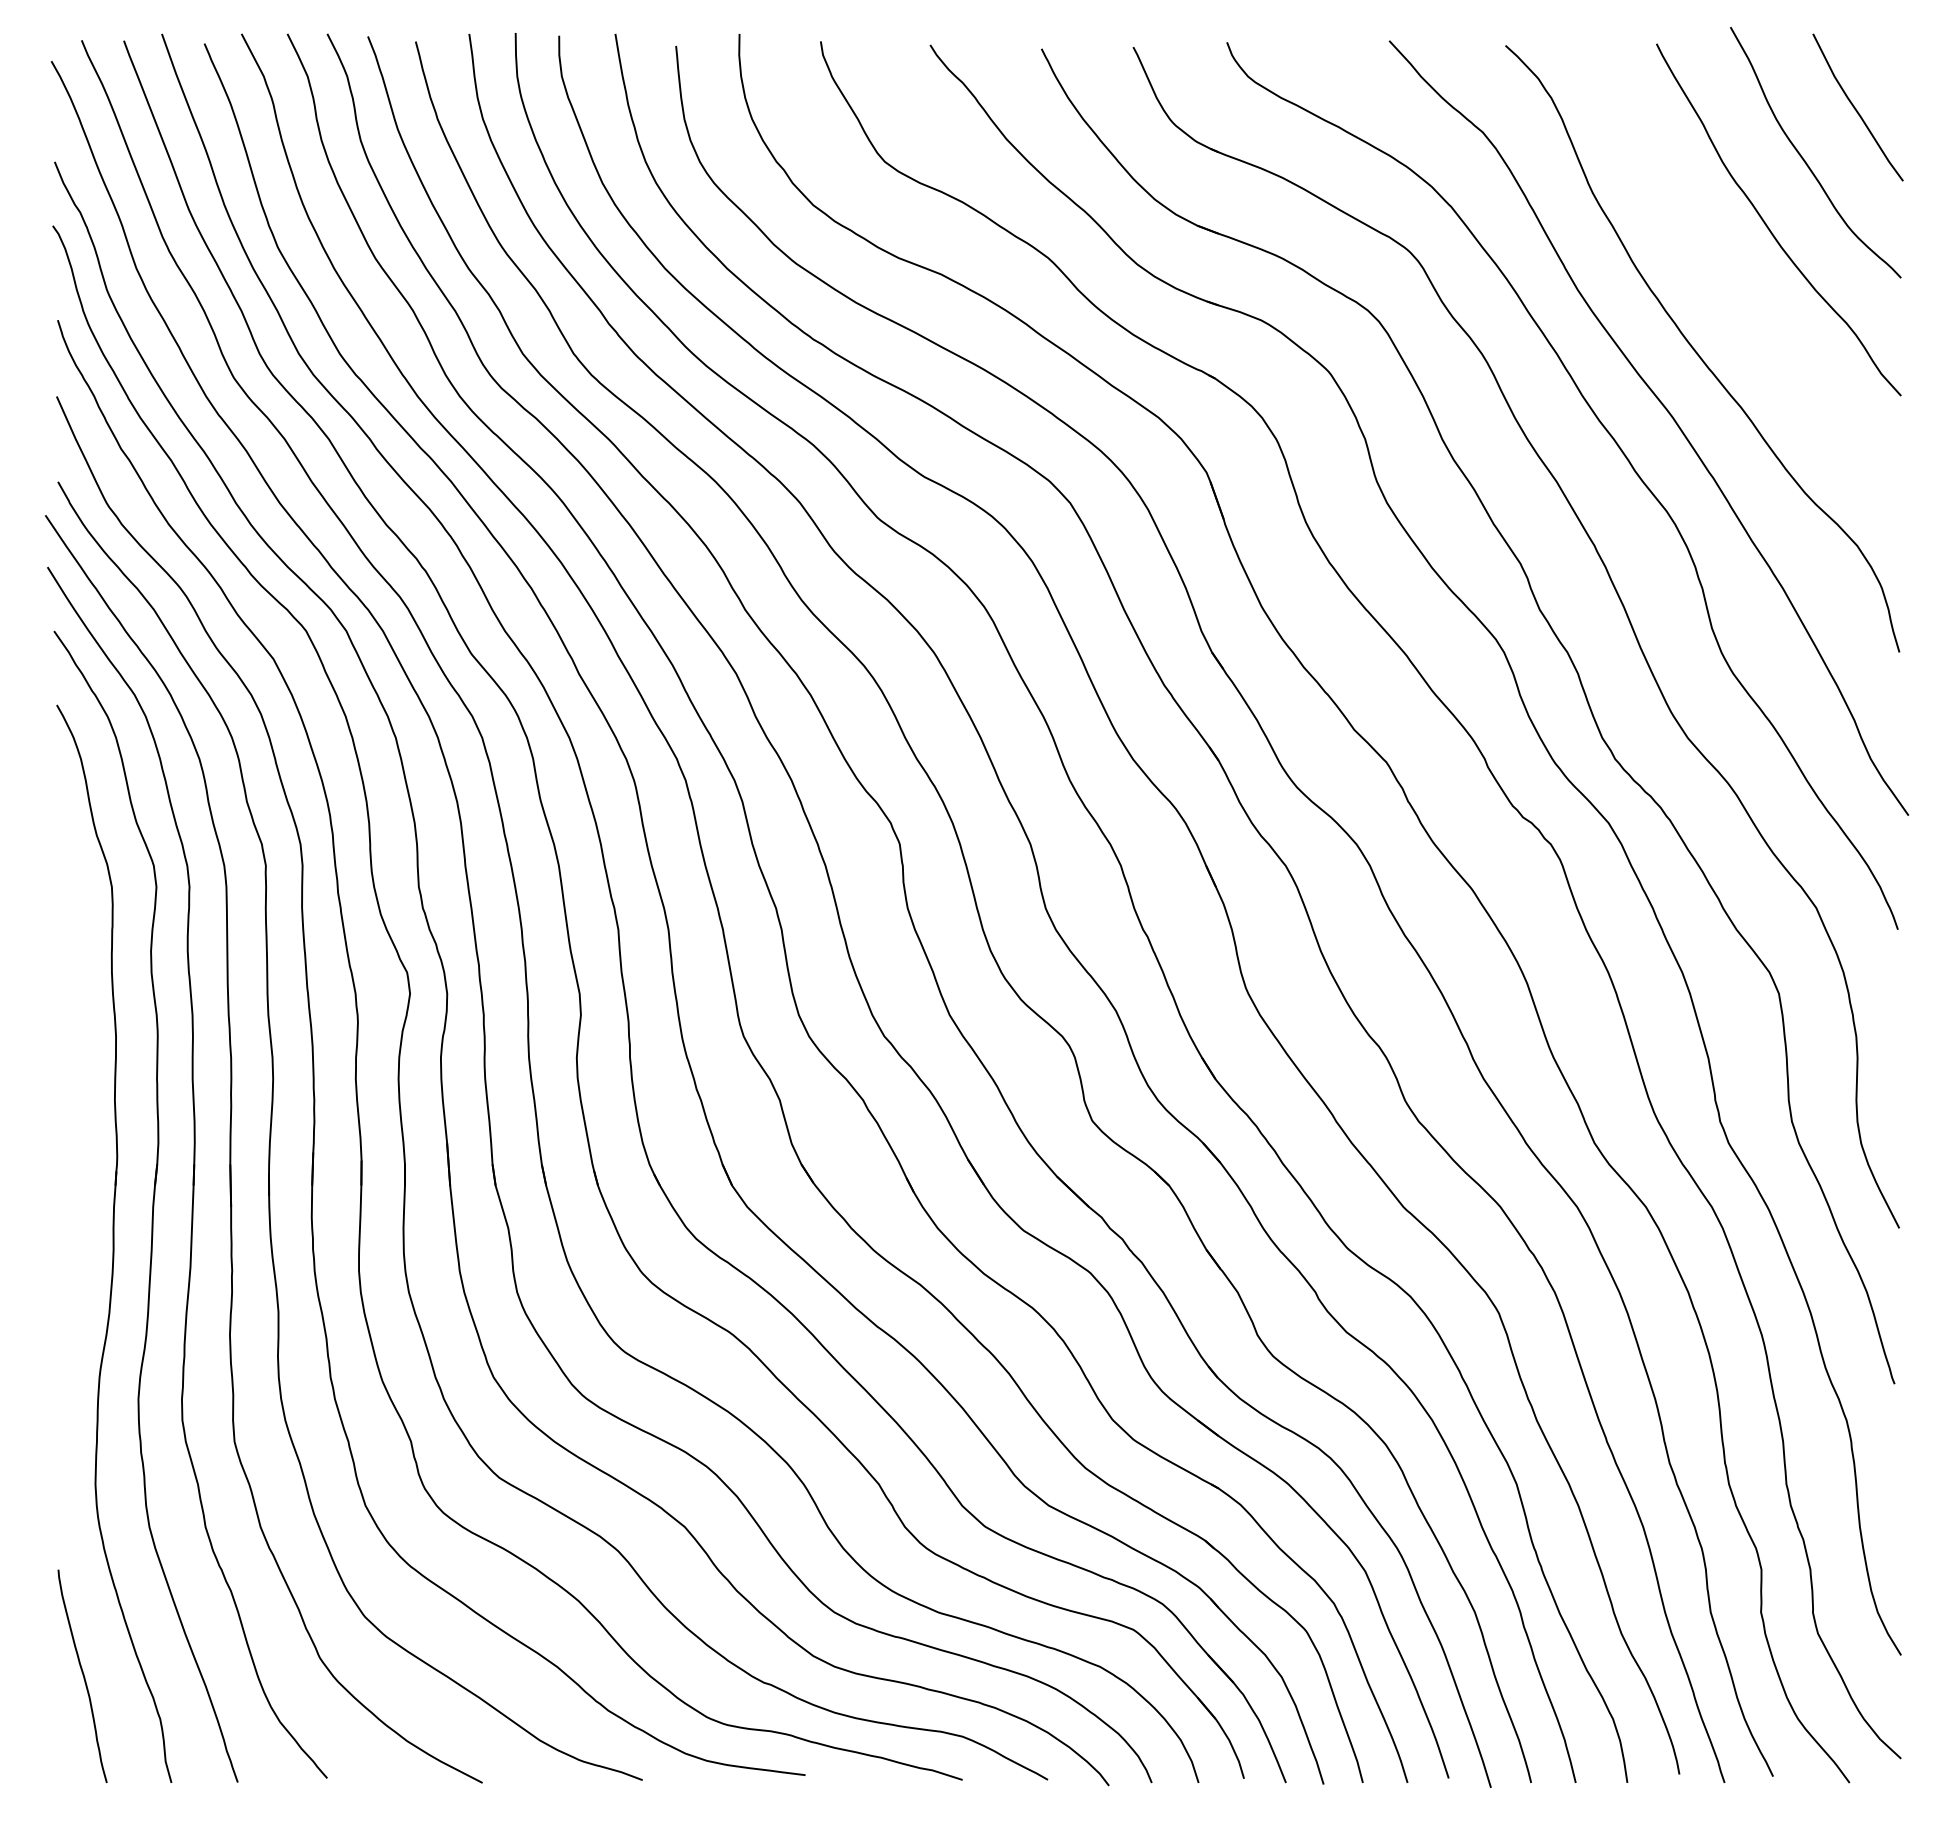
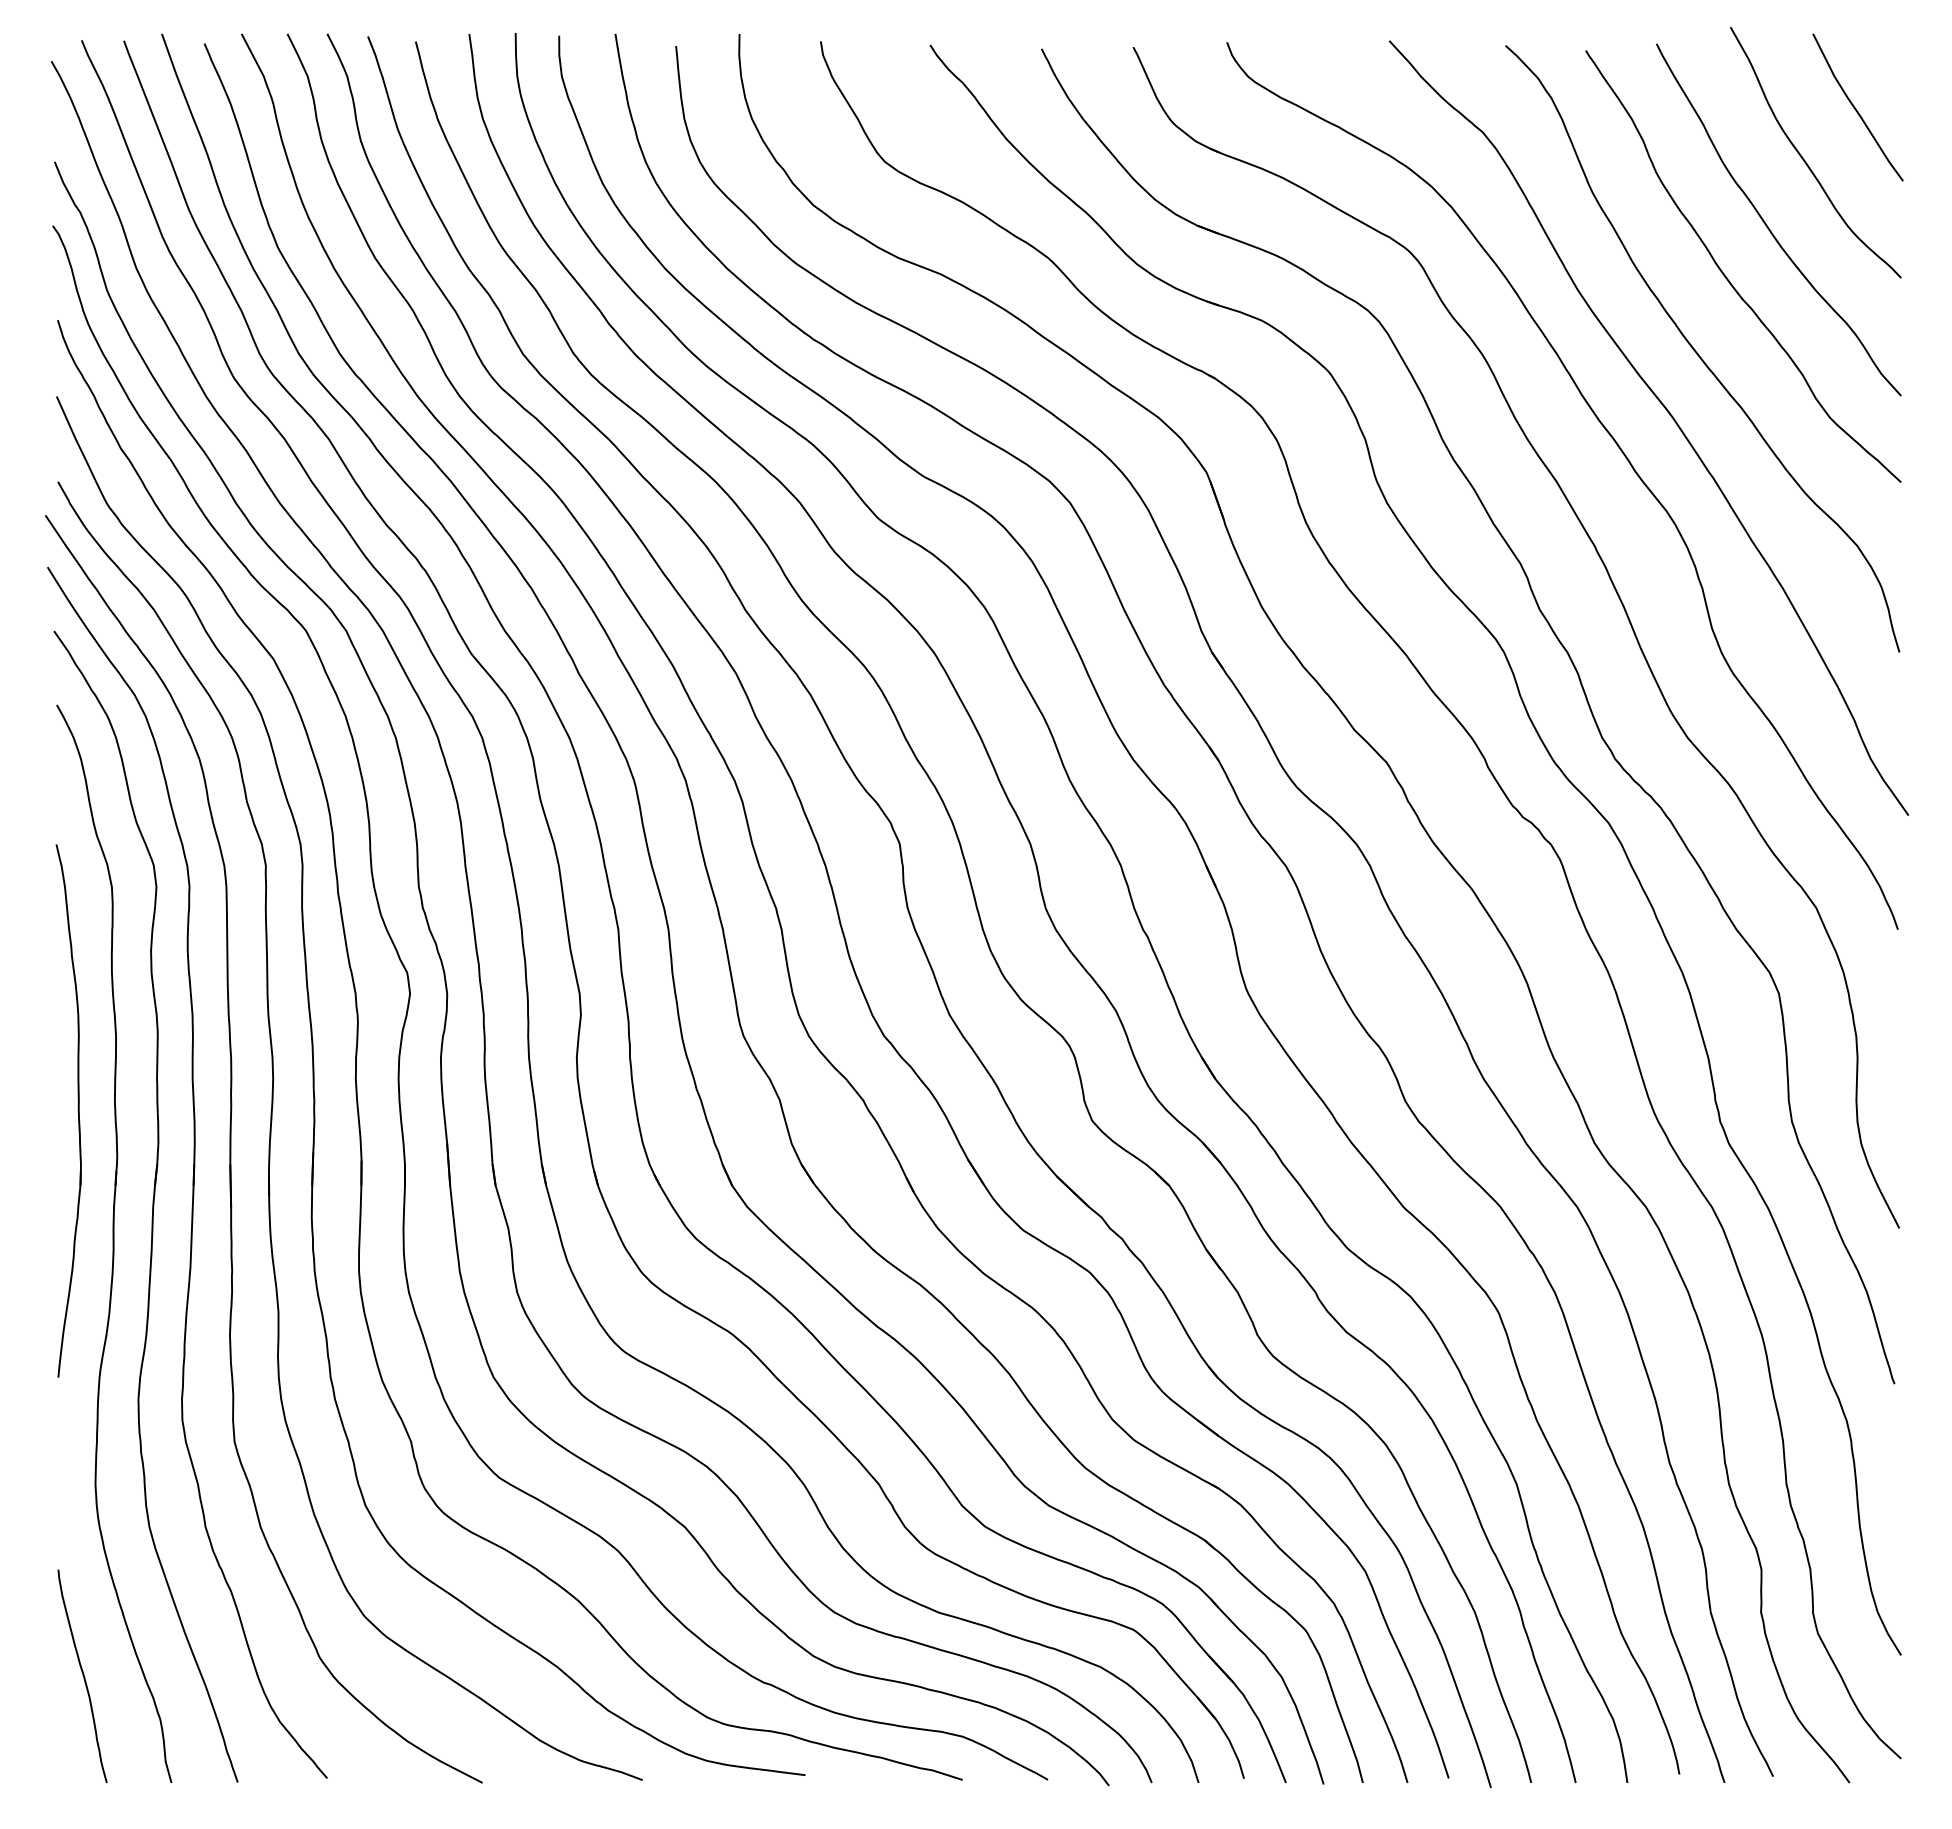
curve at (1727, 277): none -> present
part at (77, 1110): none -> present
